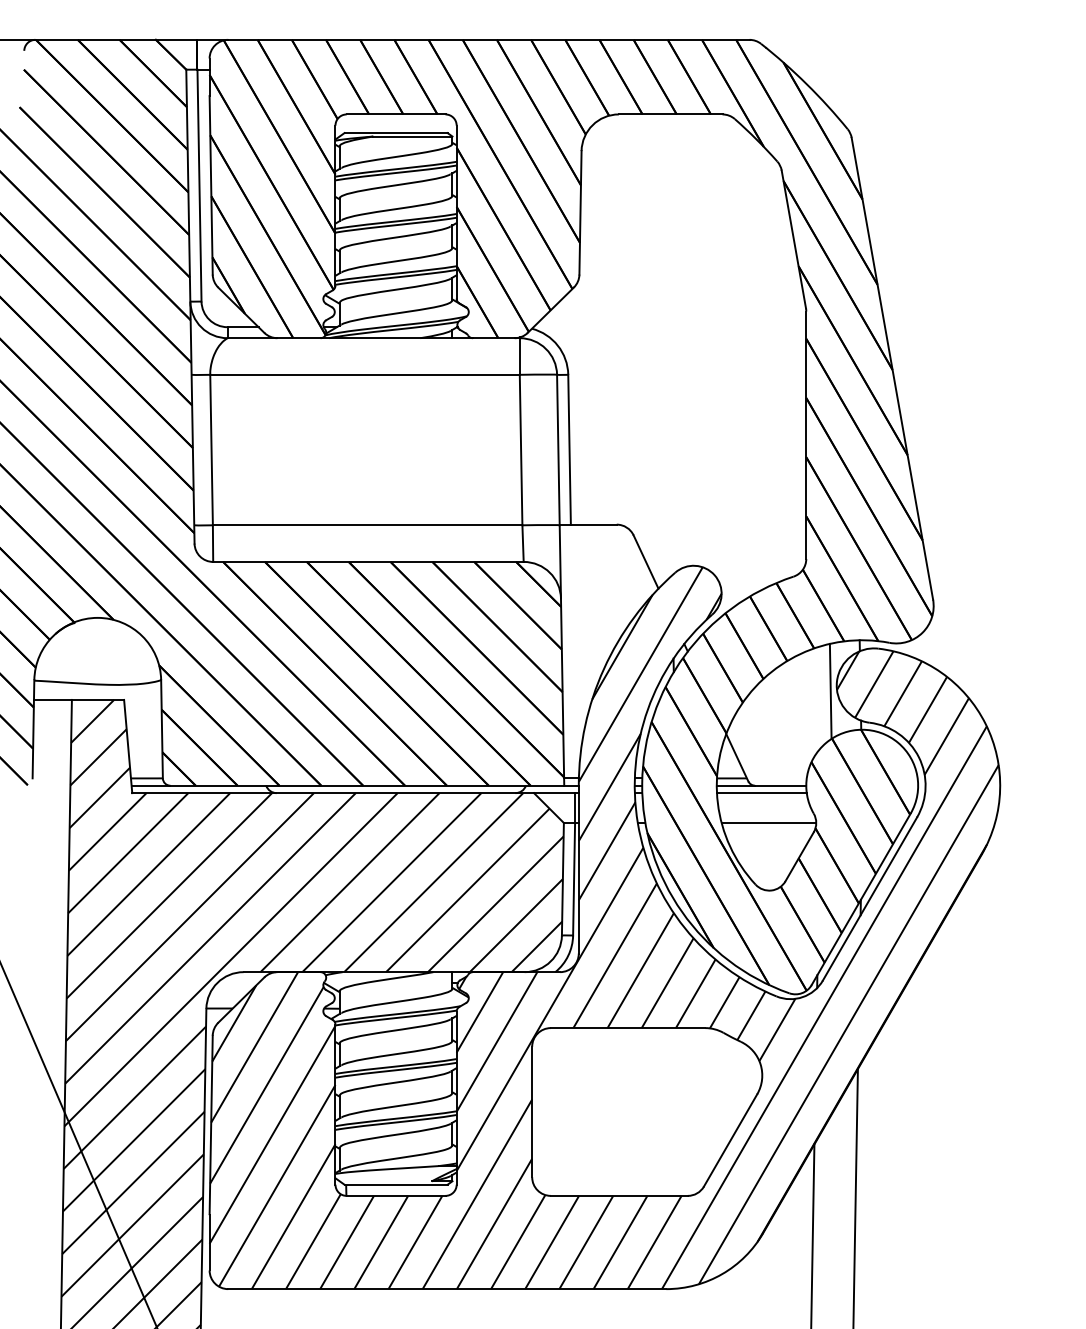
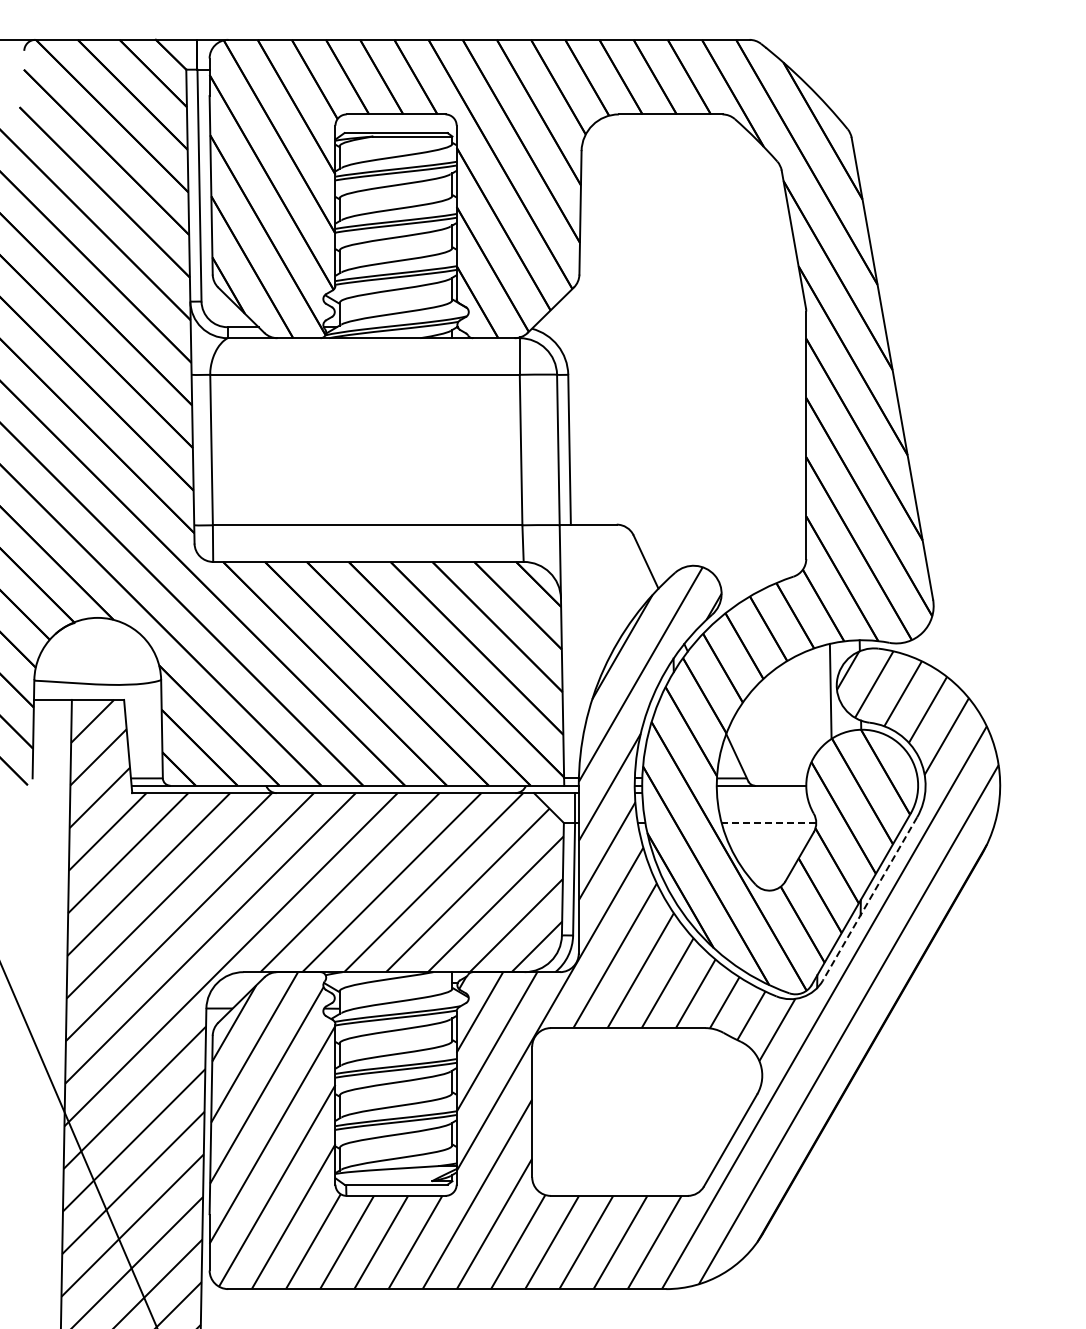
line at (761, 793): present -> none
line at (768, 822): solid -> dashed
line at (869, 899): solid -> dashed
line at (855, 1197): present -> none
line at (812, 1234): present -> none
